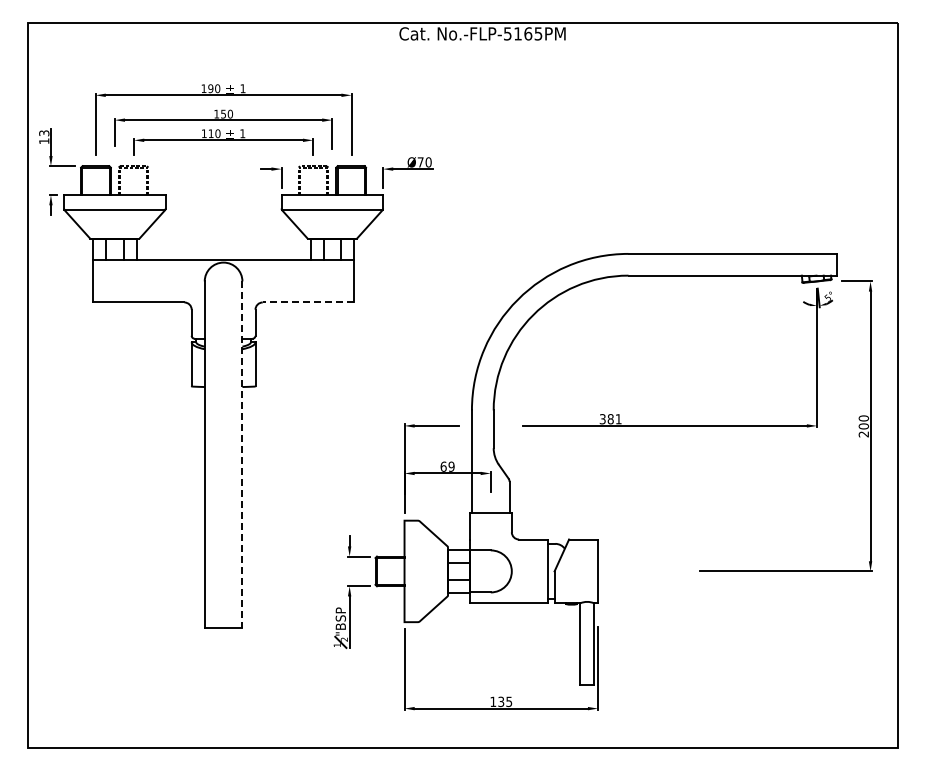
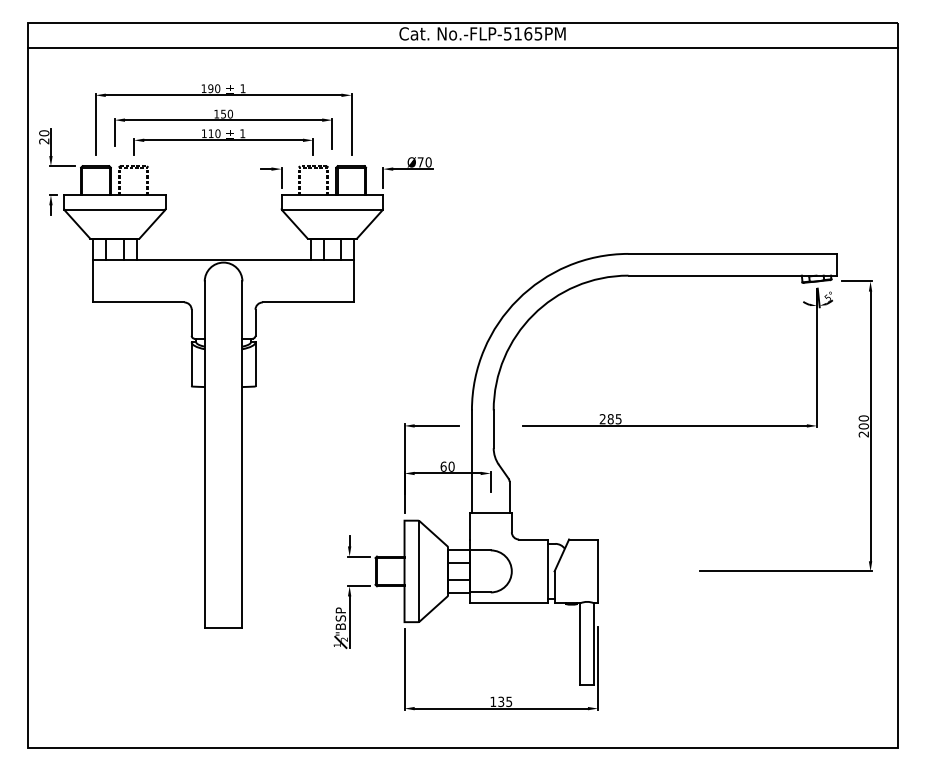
line at (462, 47): none -> present
text at (44, 137): 13 -> 20
line at (308, 302): dashed -> solid
text at (610, 419): 381 -> 285
line at (242, 455): dashed -> solid
text at (451, 466): 69 -> 60
line at (418, 570): none -> present
